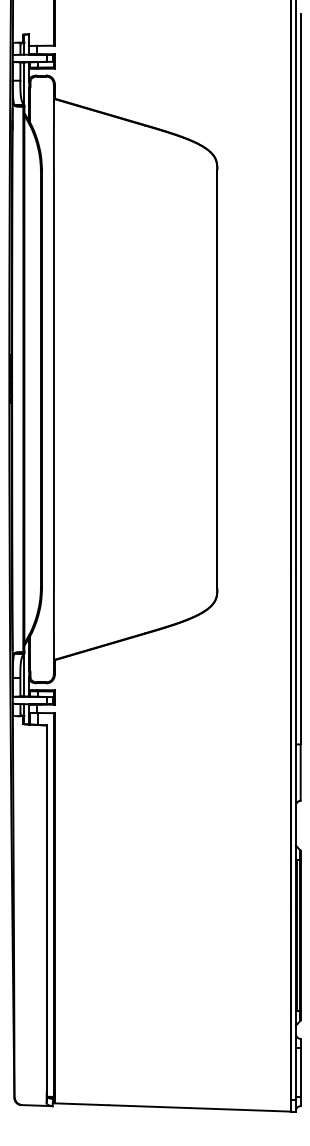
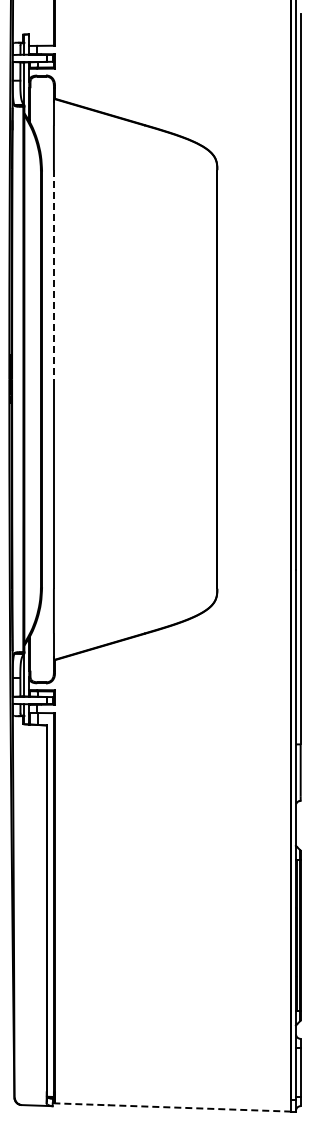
line at (53, 275): solid -> dashed
line at (172, 1107): solid -> dashed
